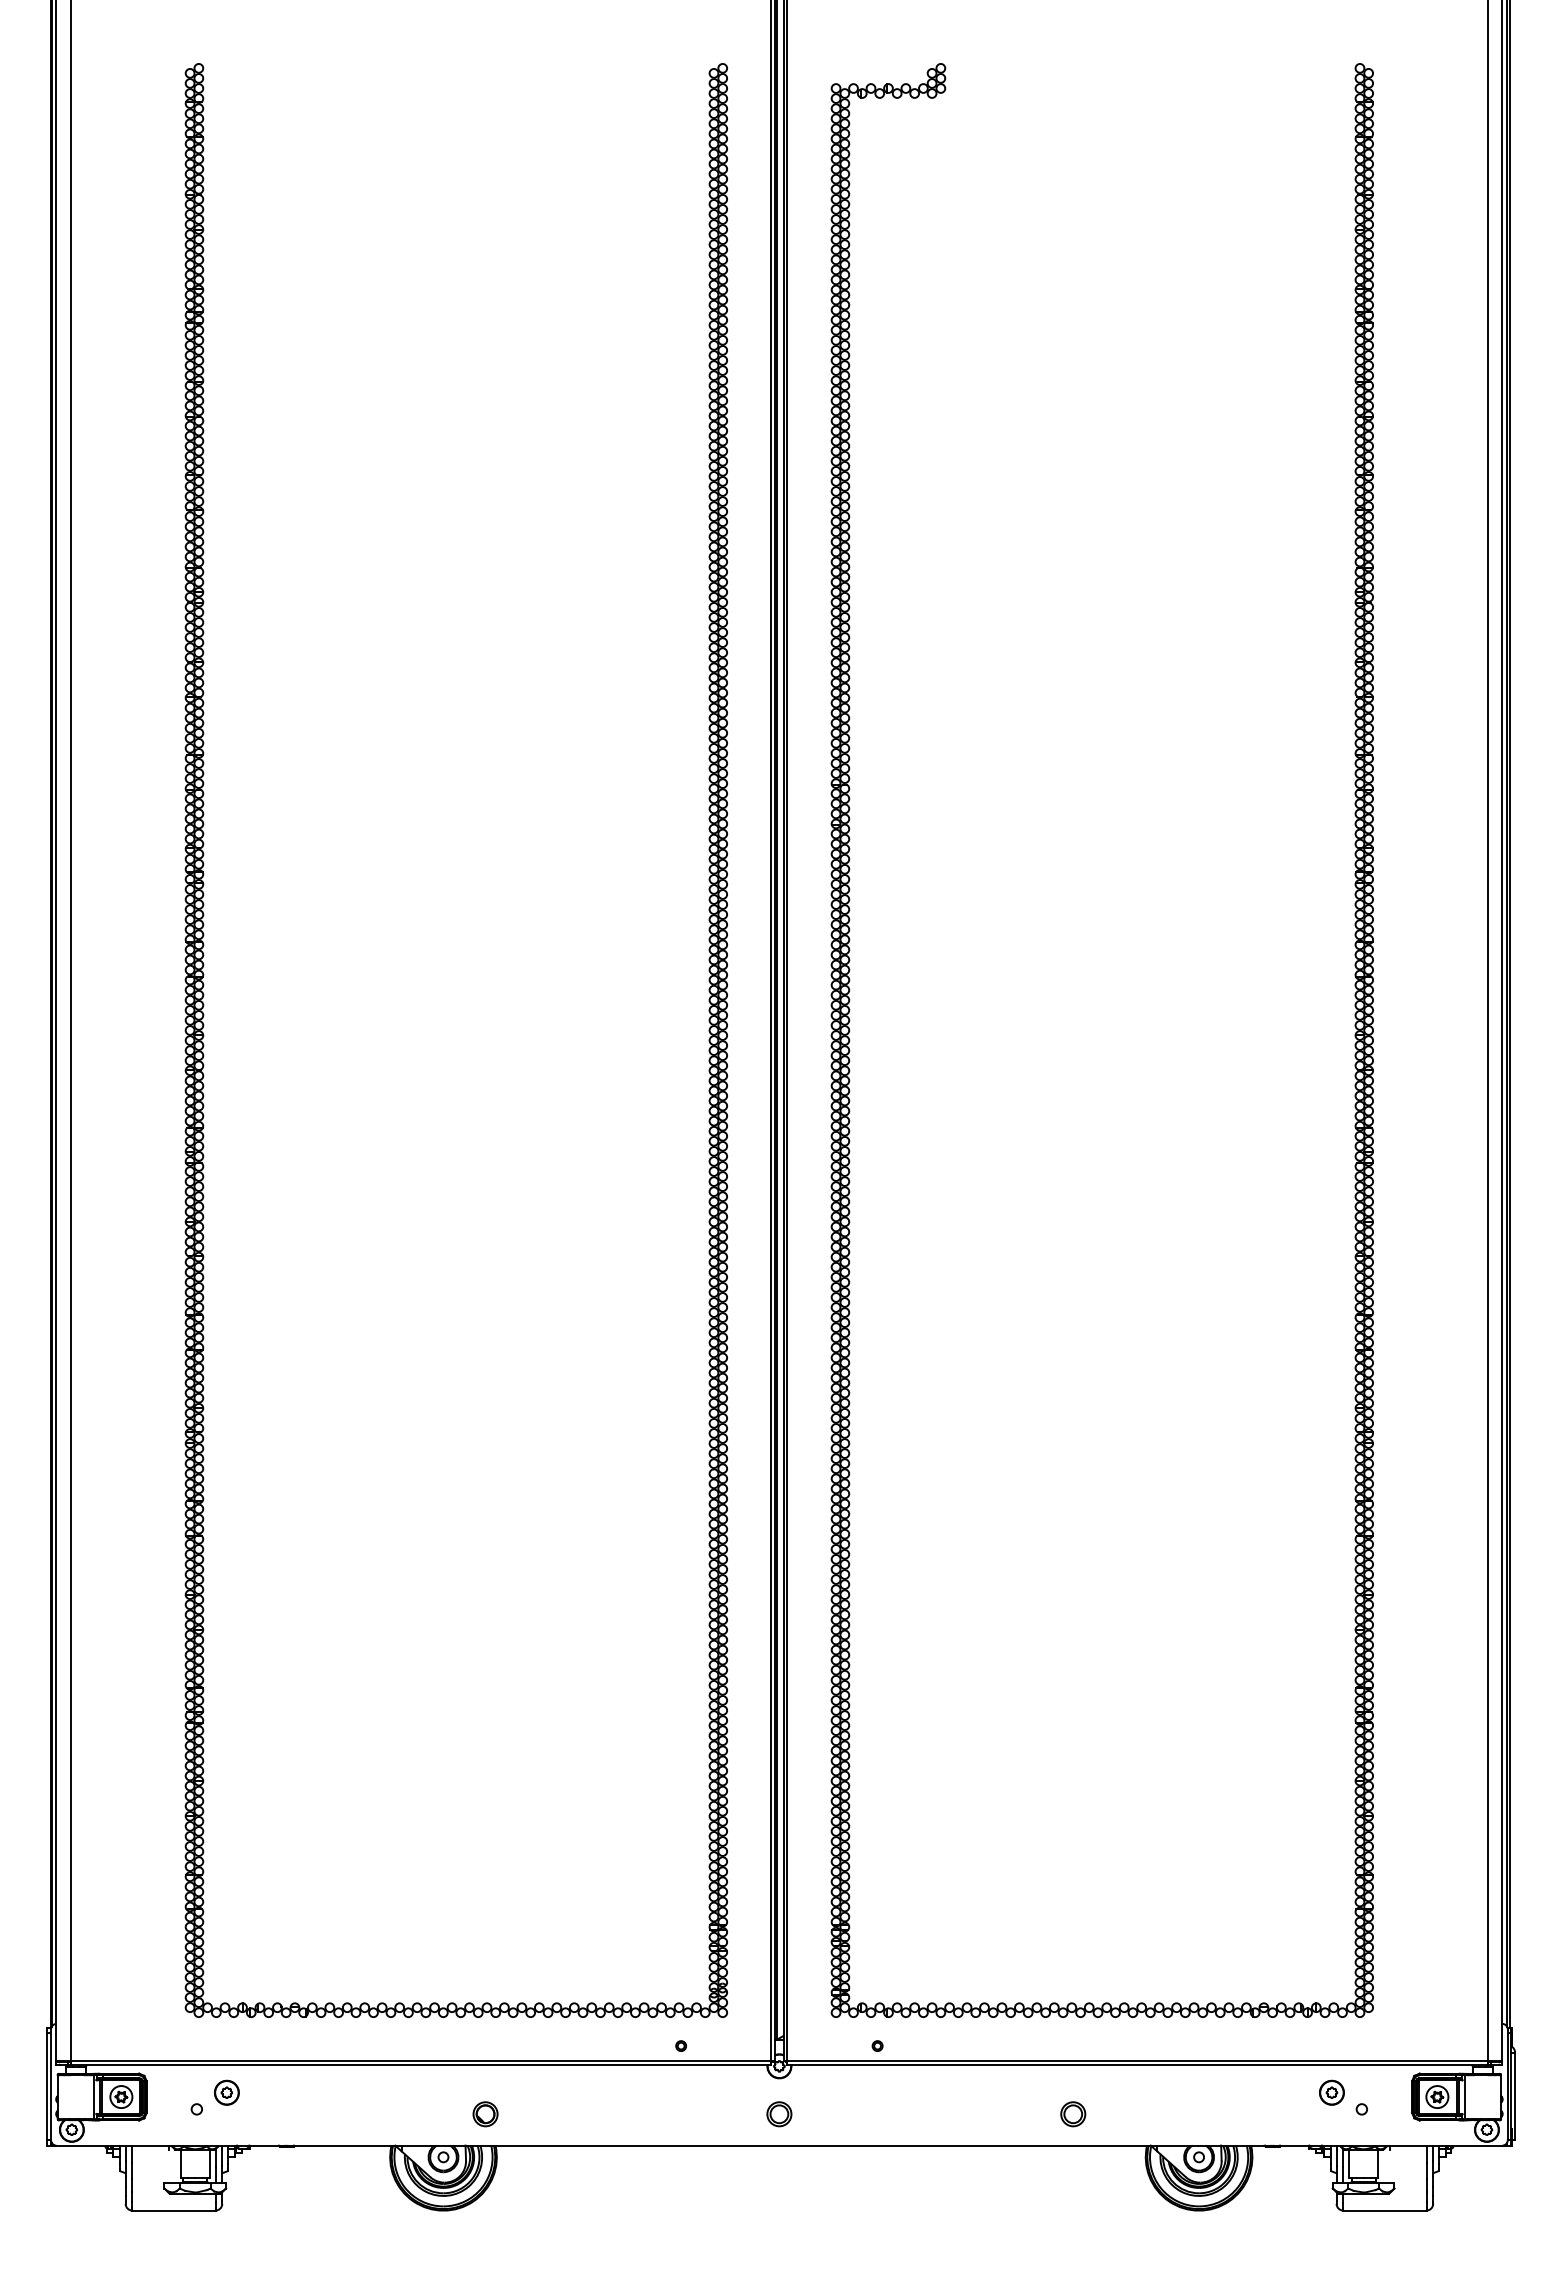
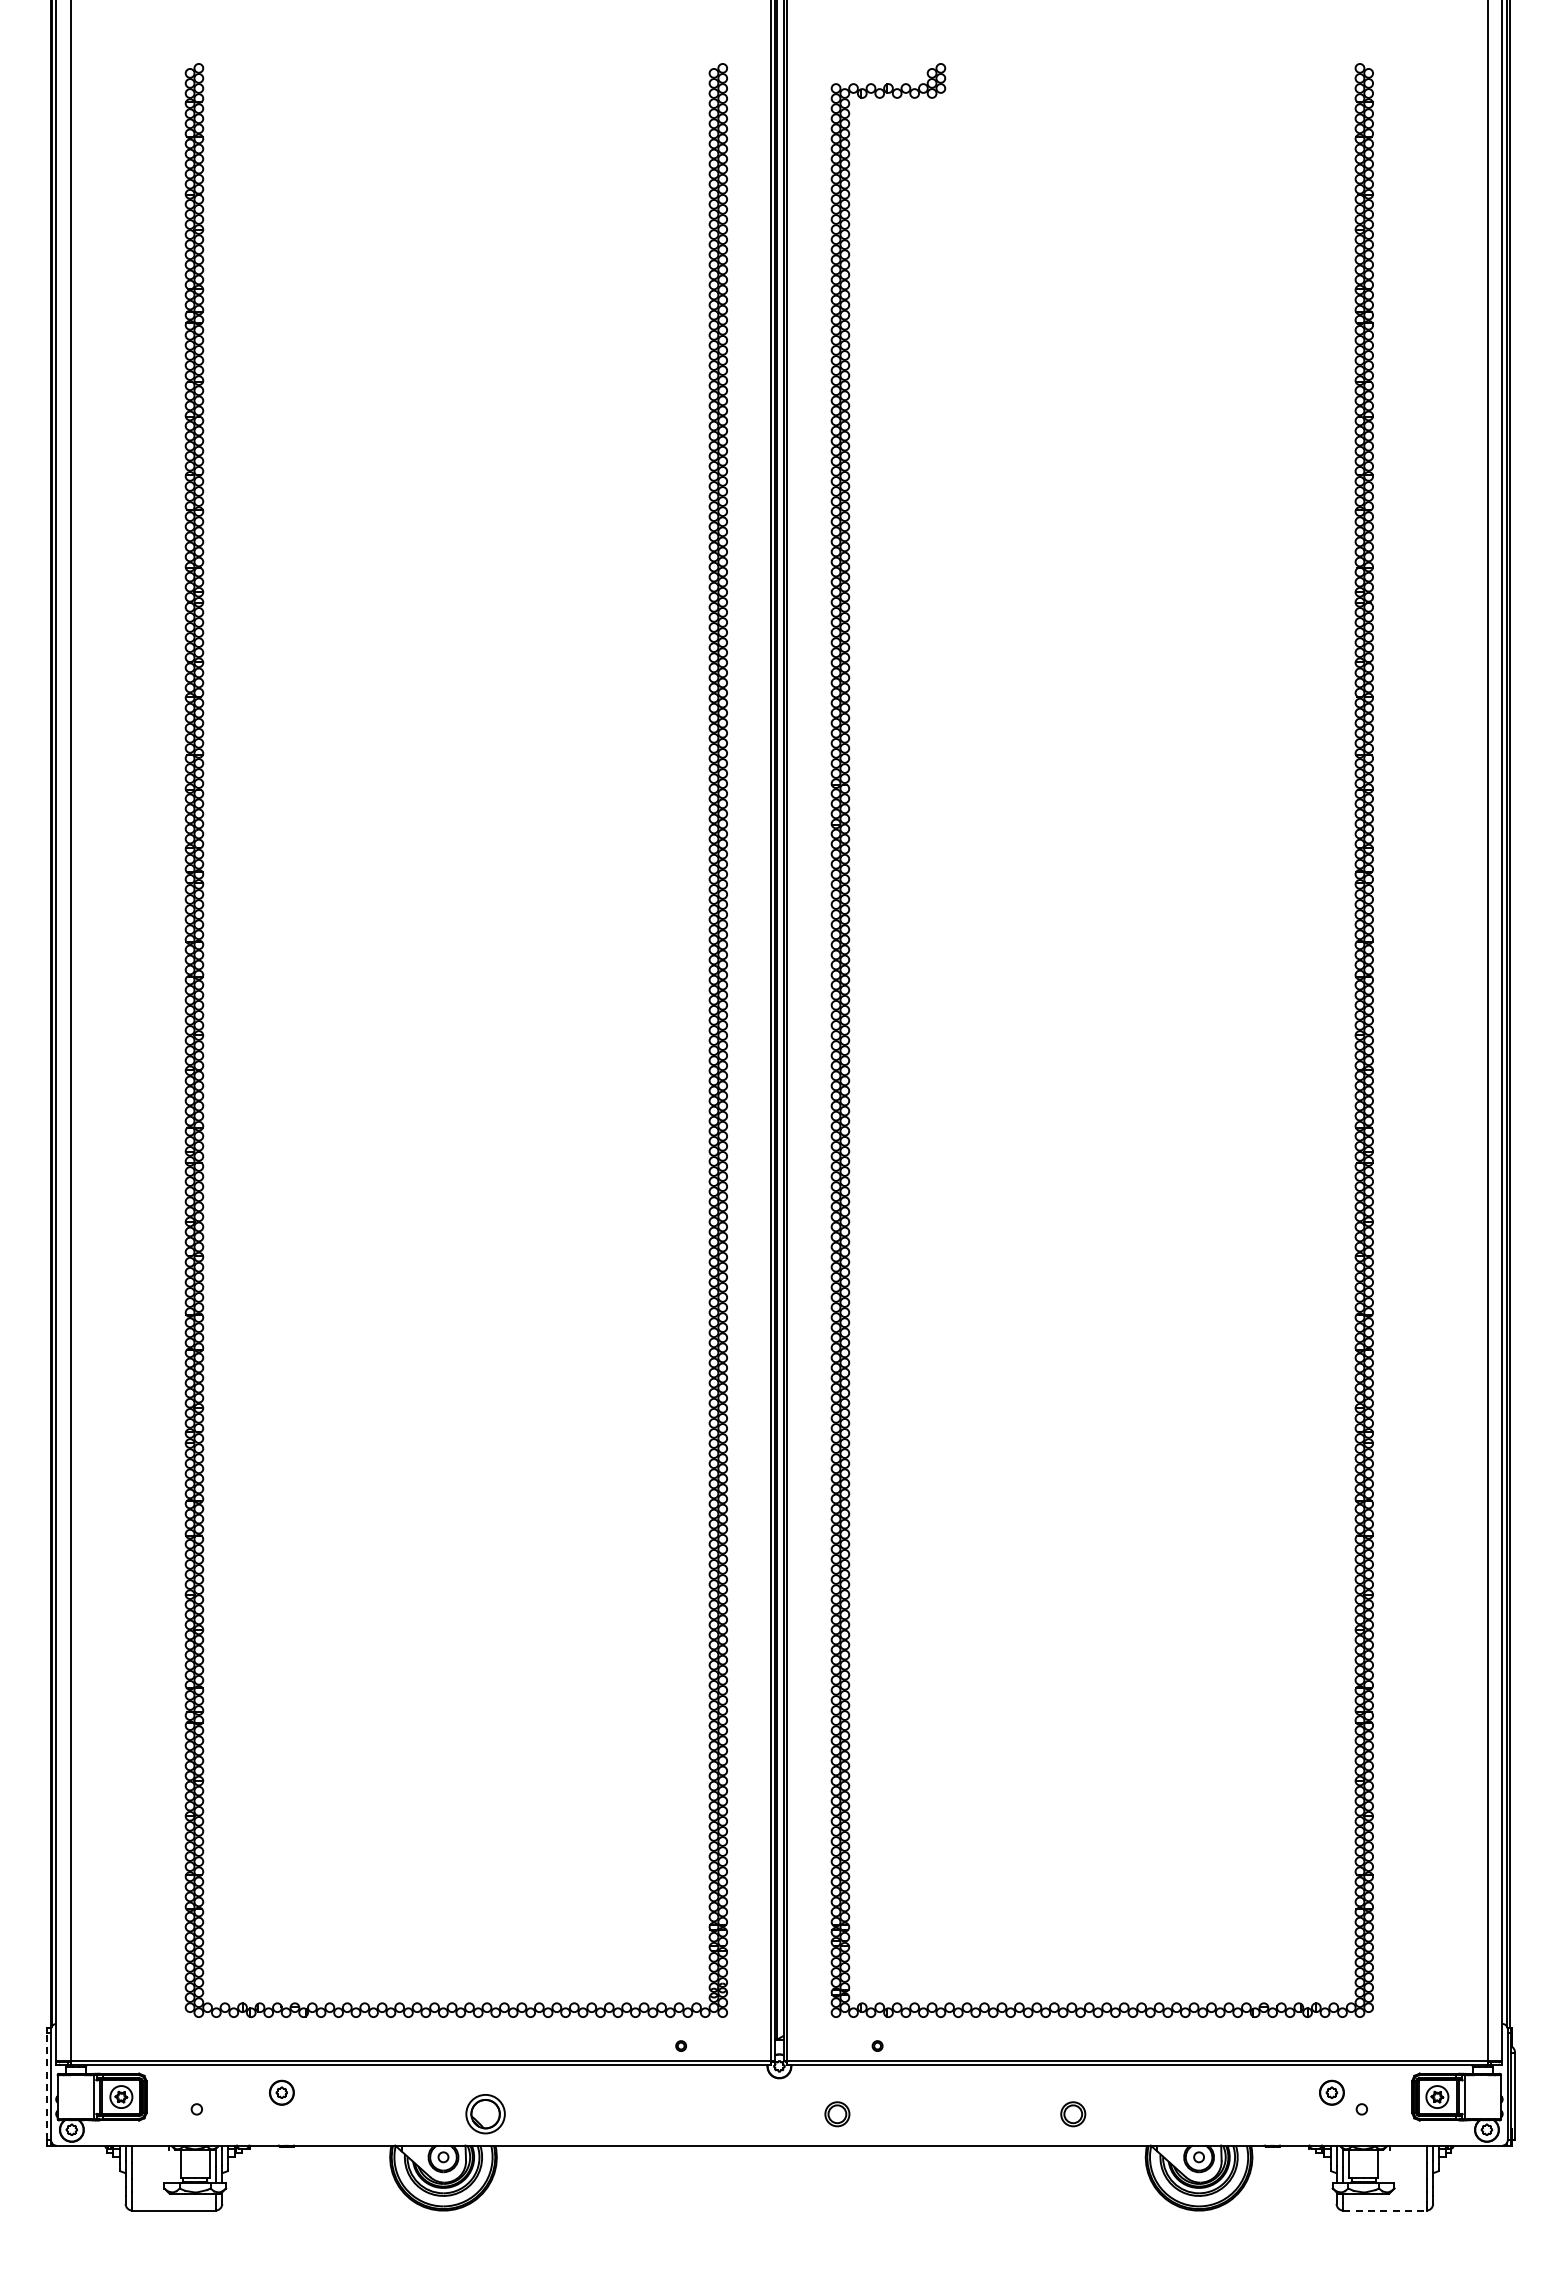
line at (46, 2086): solid -> dashed
part at (226, 2092) position: (226, 2092) -> (281, 2092)
part at (485, 2114) size: 27x27 px -> 41x41 px
part at (779, 2114) position: (779, 2114) -> (837, 2114)
line at (1384, 2210): solid -> dashed
